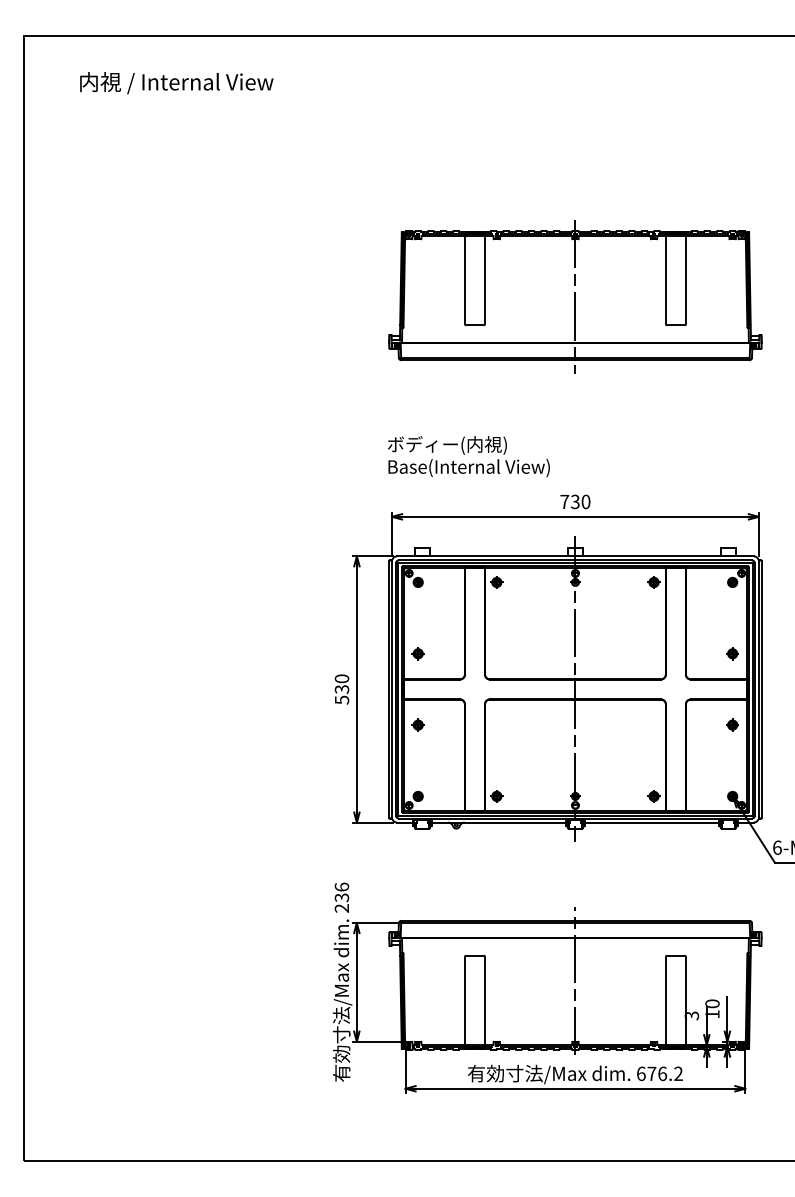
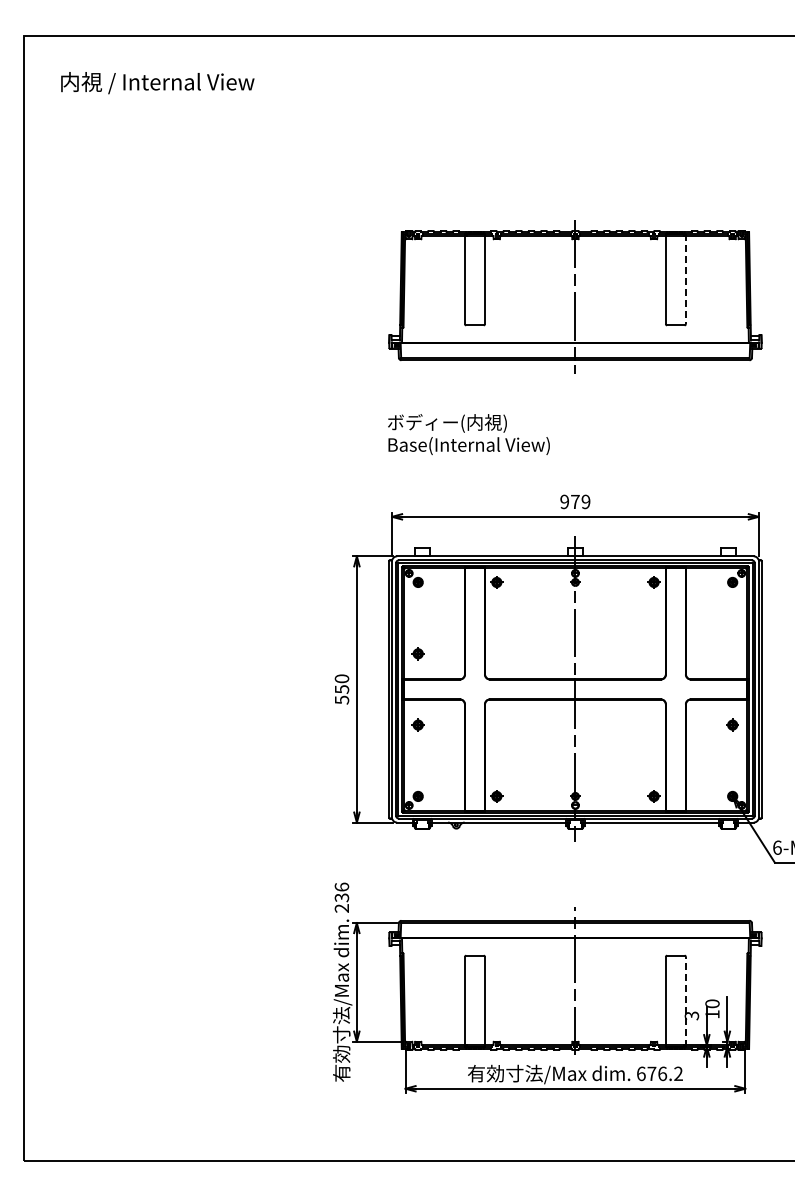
text at (176, 83) position: (176, 83) -> (157, 83)
line at (685, 279): solid -> dashed
text at (468, 456) position: (468, 456) -> (468, 434)
text at (575, 501): 730 -> 979
part at (732, 653): present -> none
text at (341, 689): 530 -> 550
line at (685, 1001): solid -> dashed
